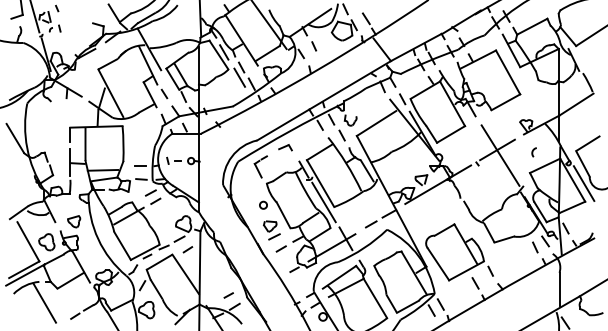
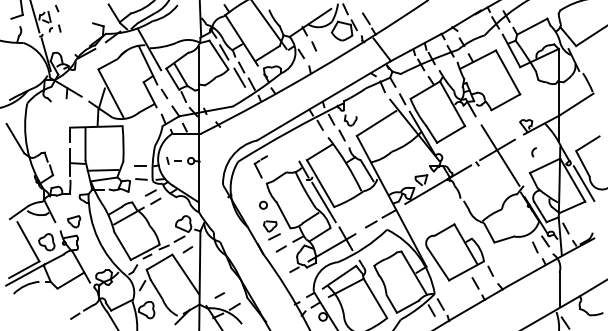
part at (285, 147): present -> none
line at (228, 295) position: (228, 295) -> (219, 295)
line at (44, 302): present -> none
